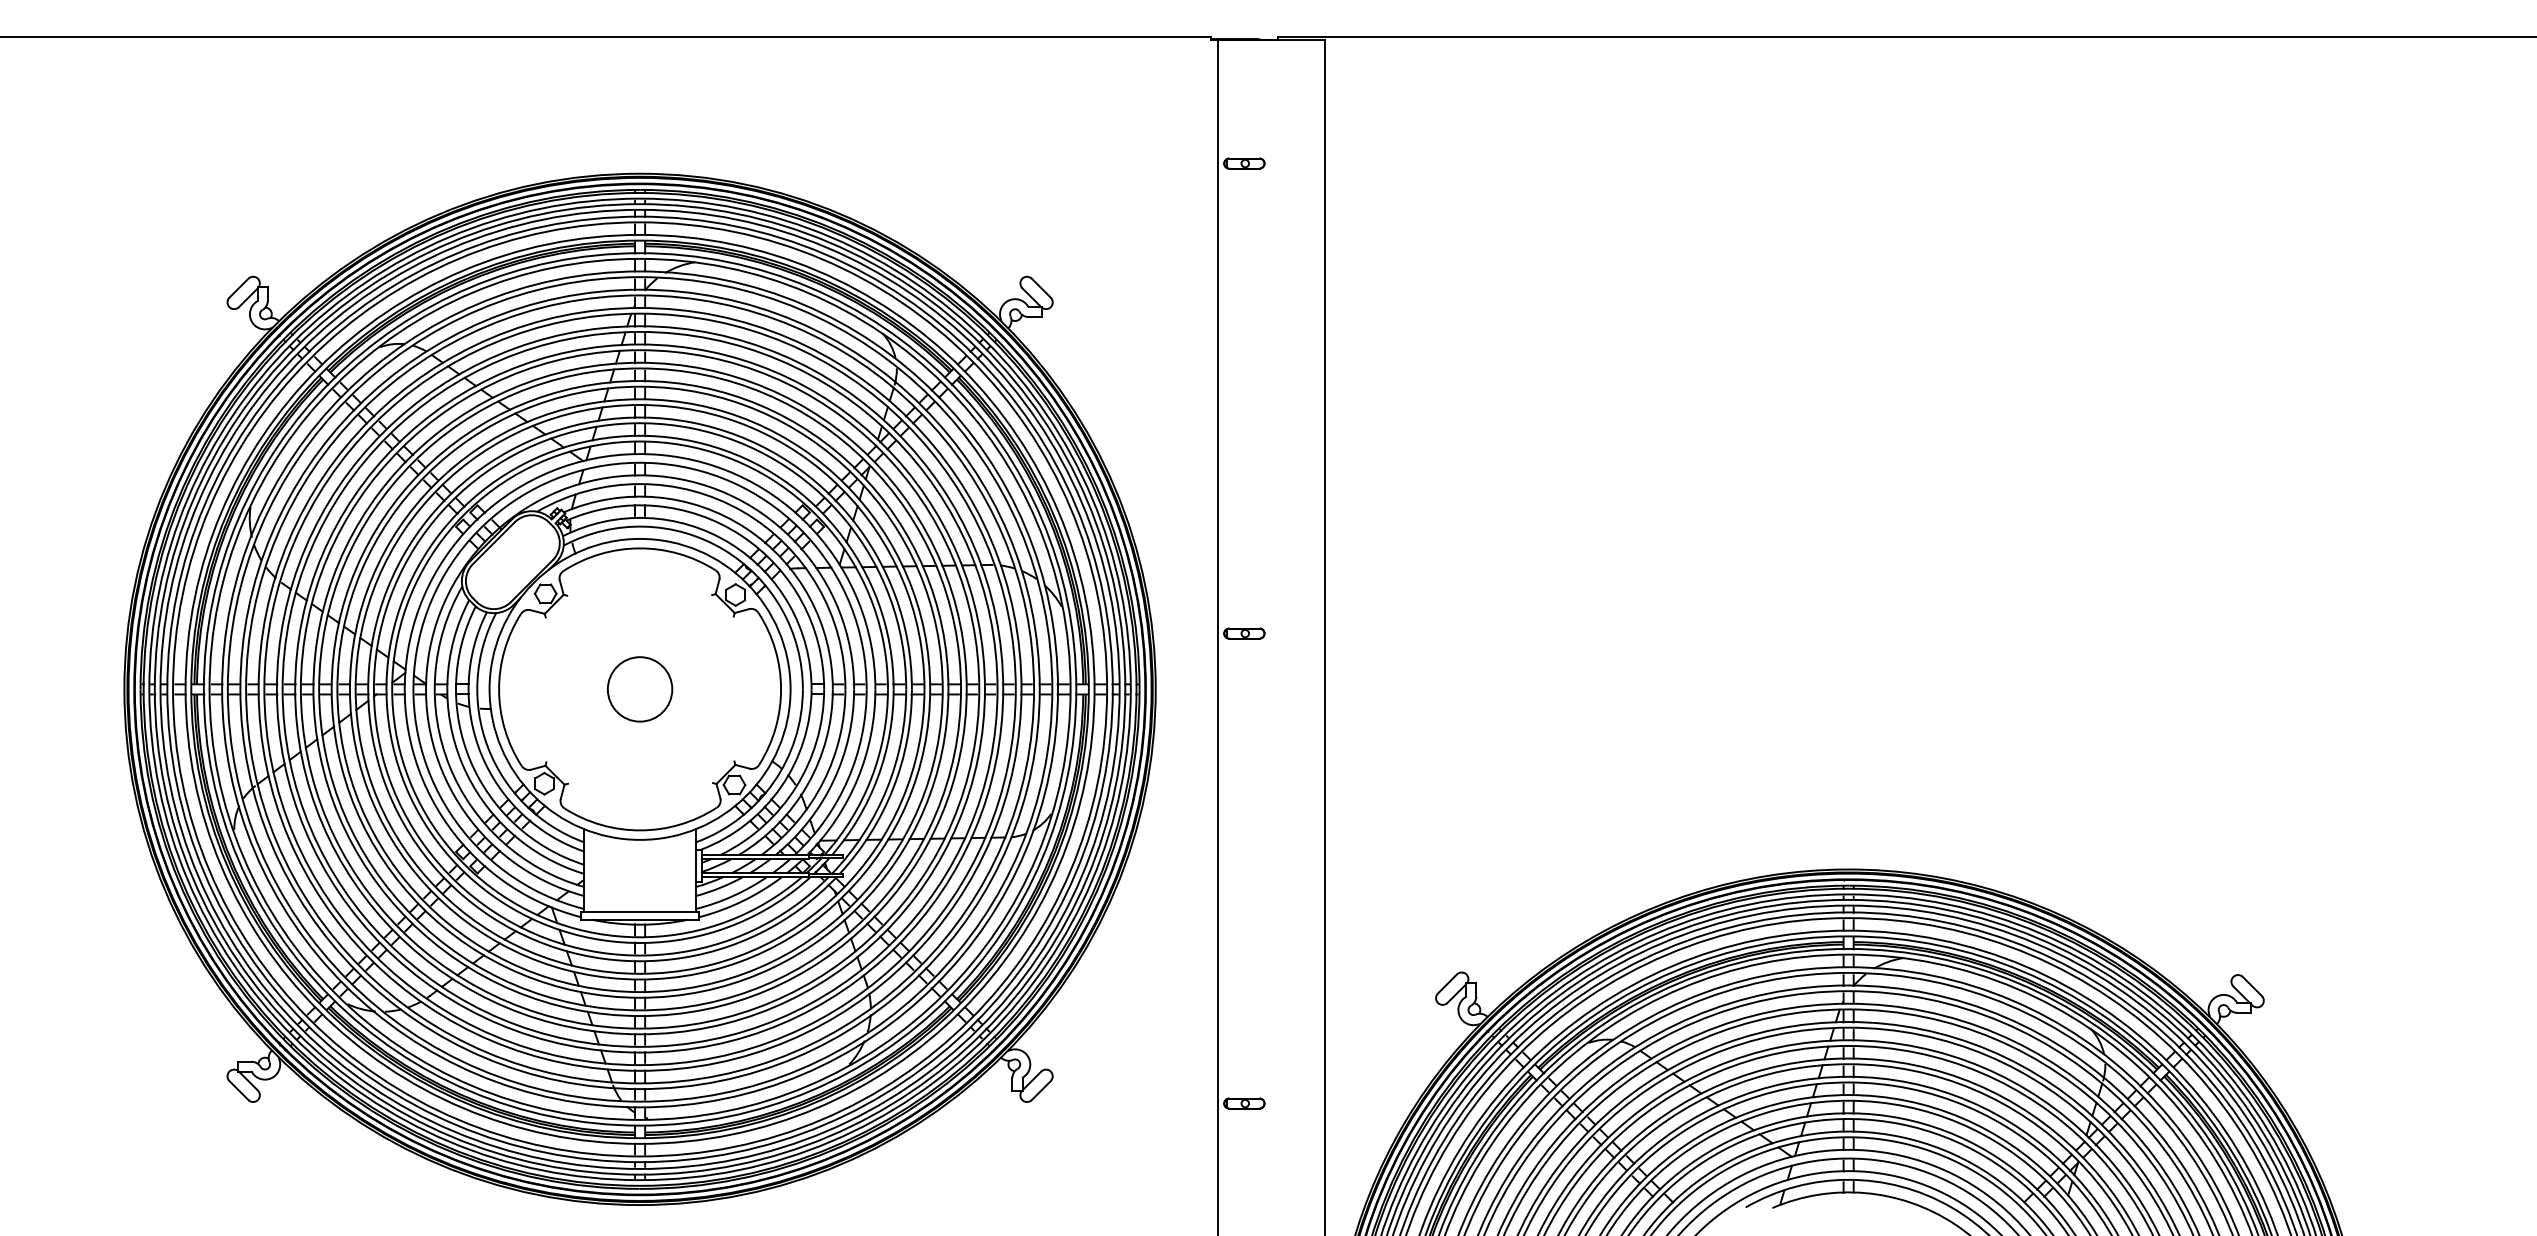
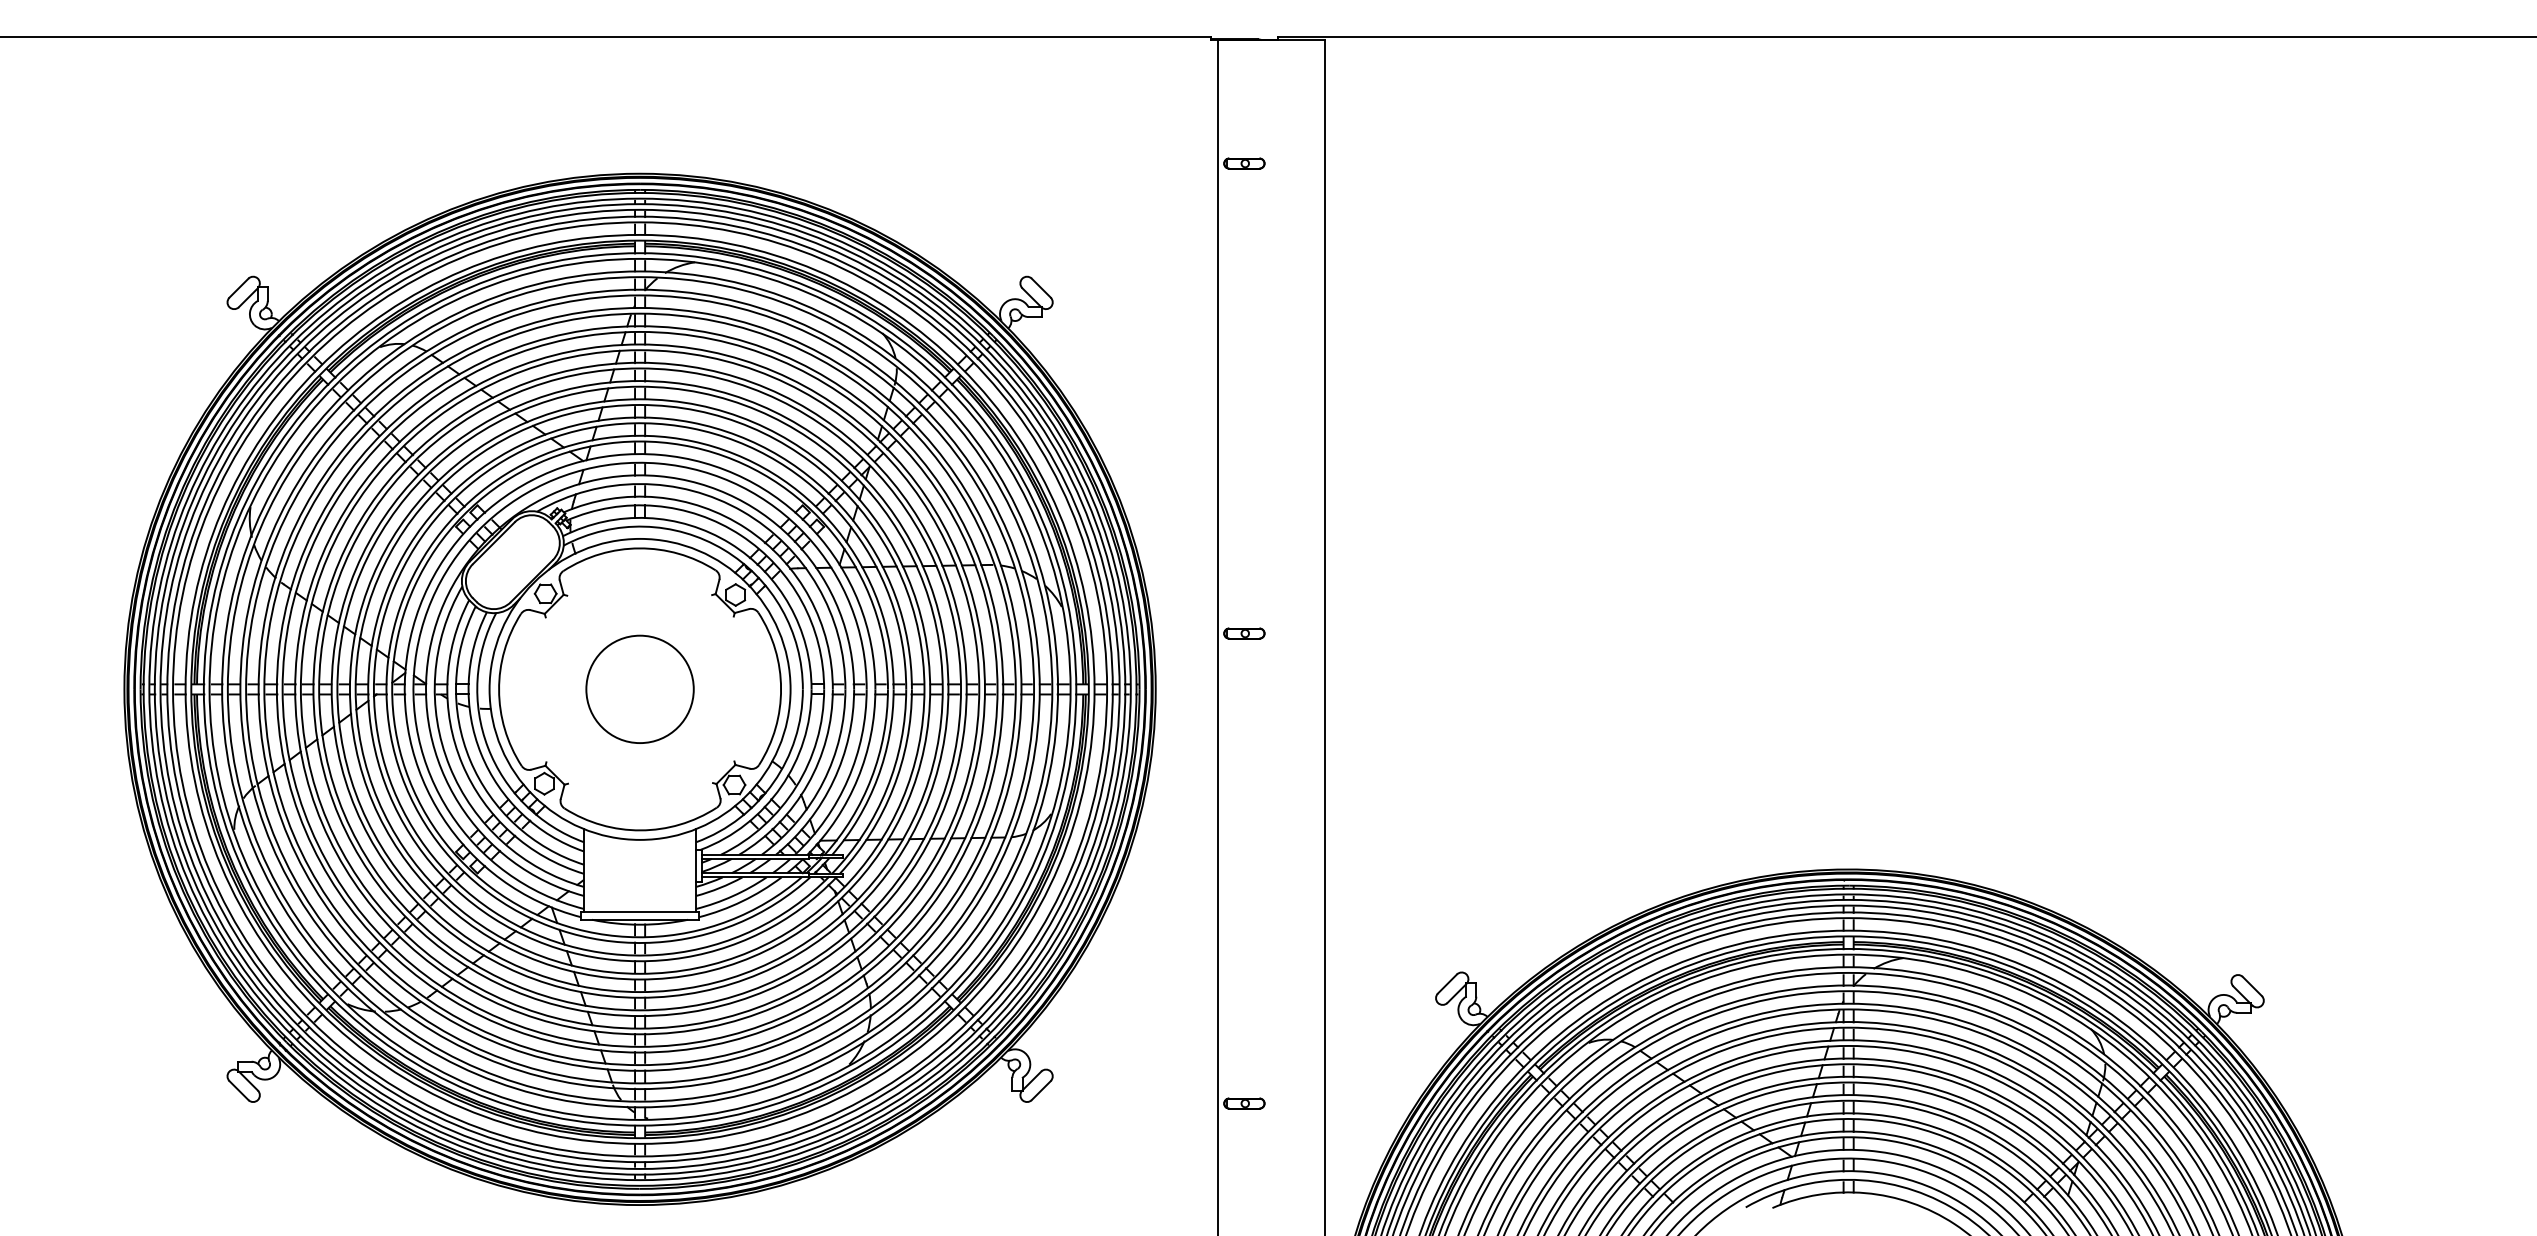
circle at (639, 689) diameter: 64 px -> 107 px
